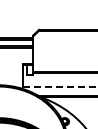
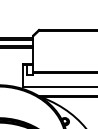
line at (60, 87): dashed -> solid
